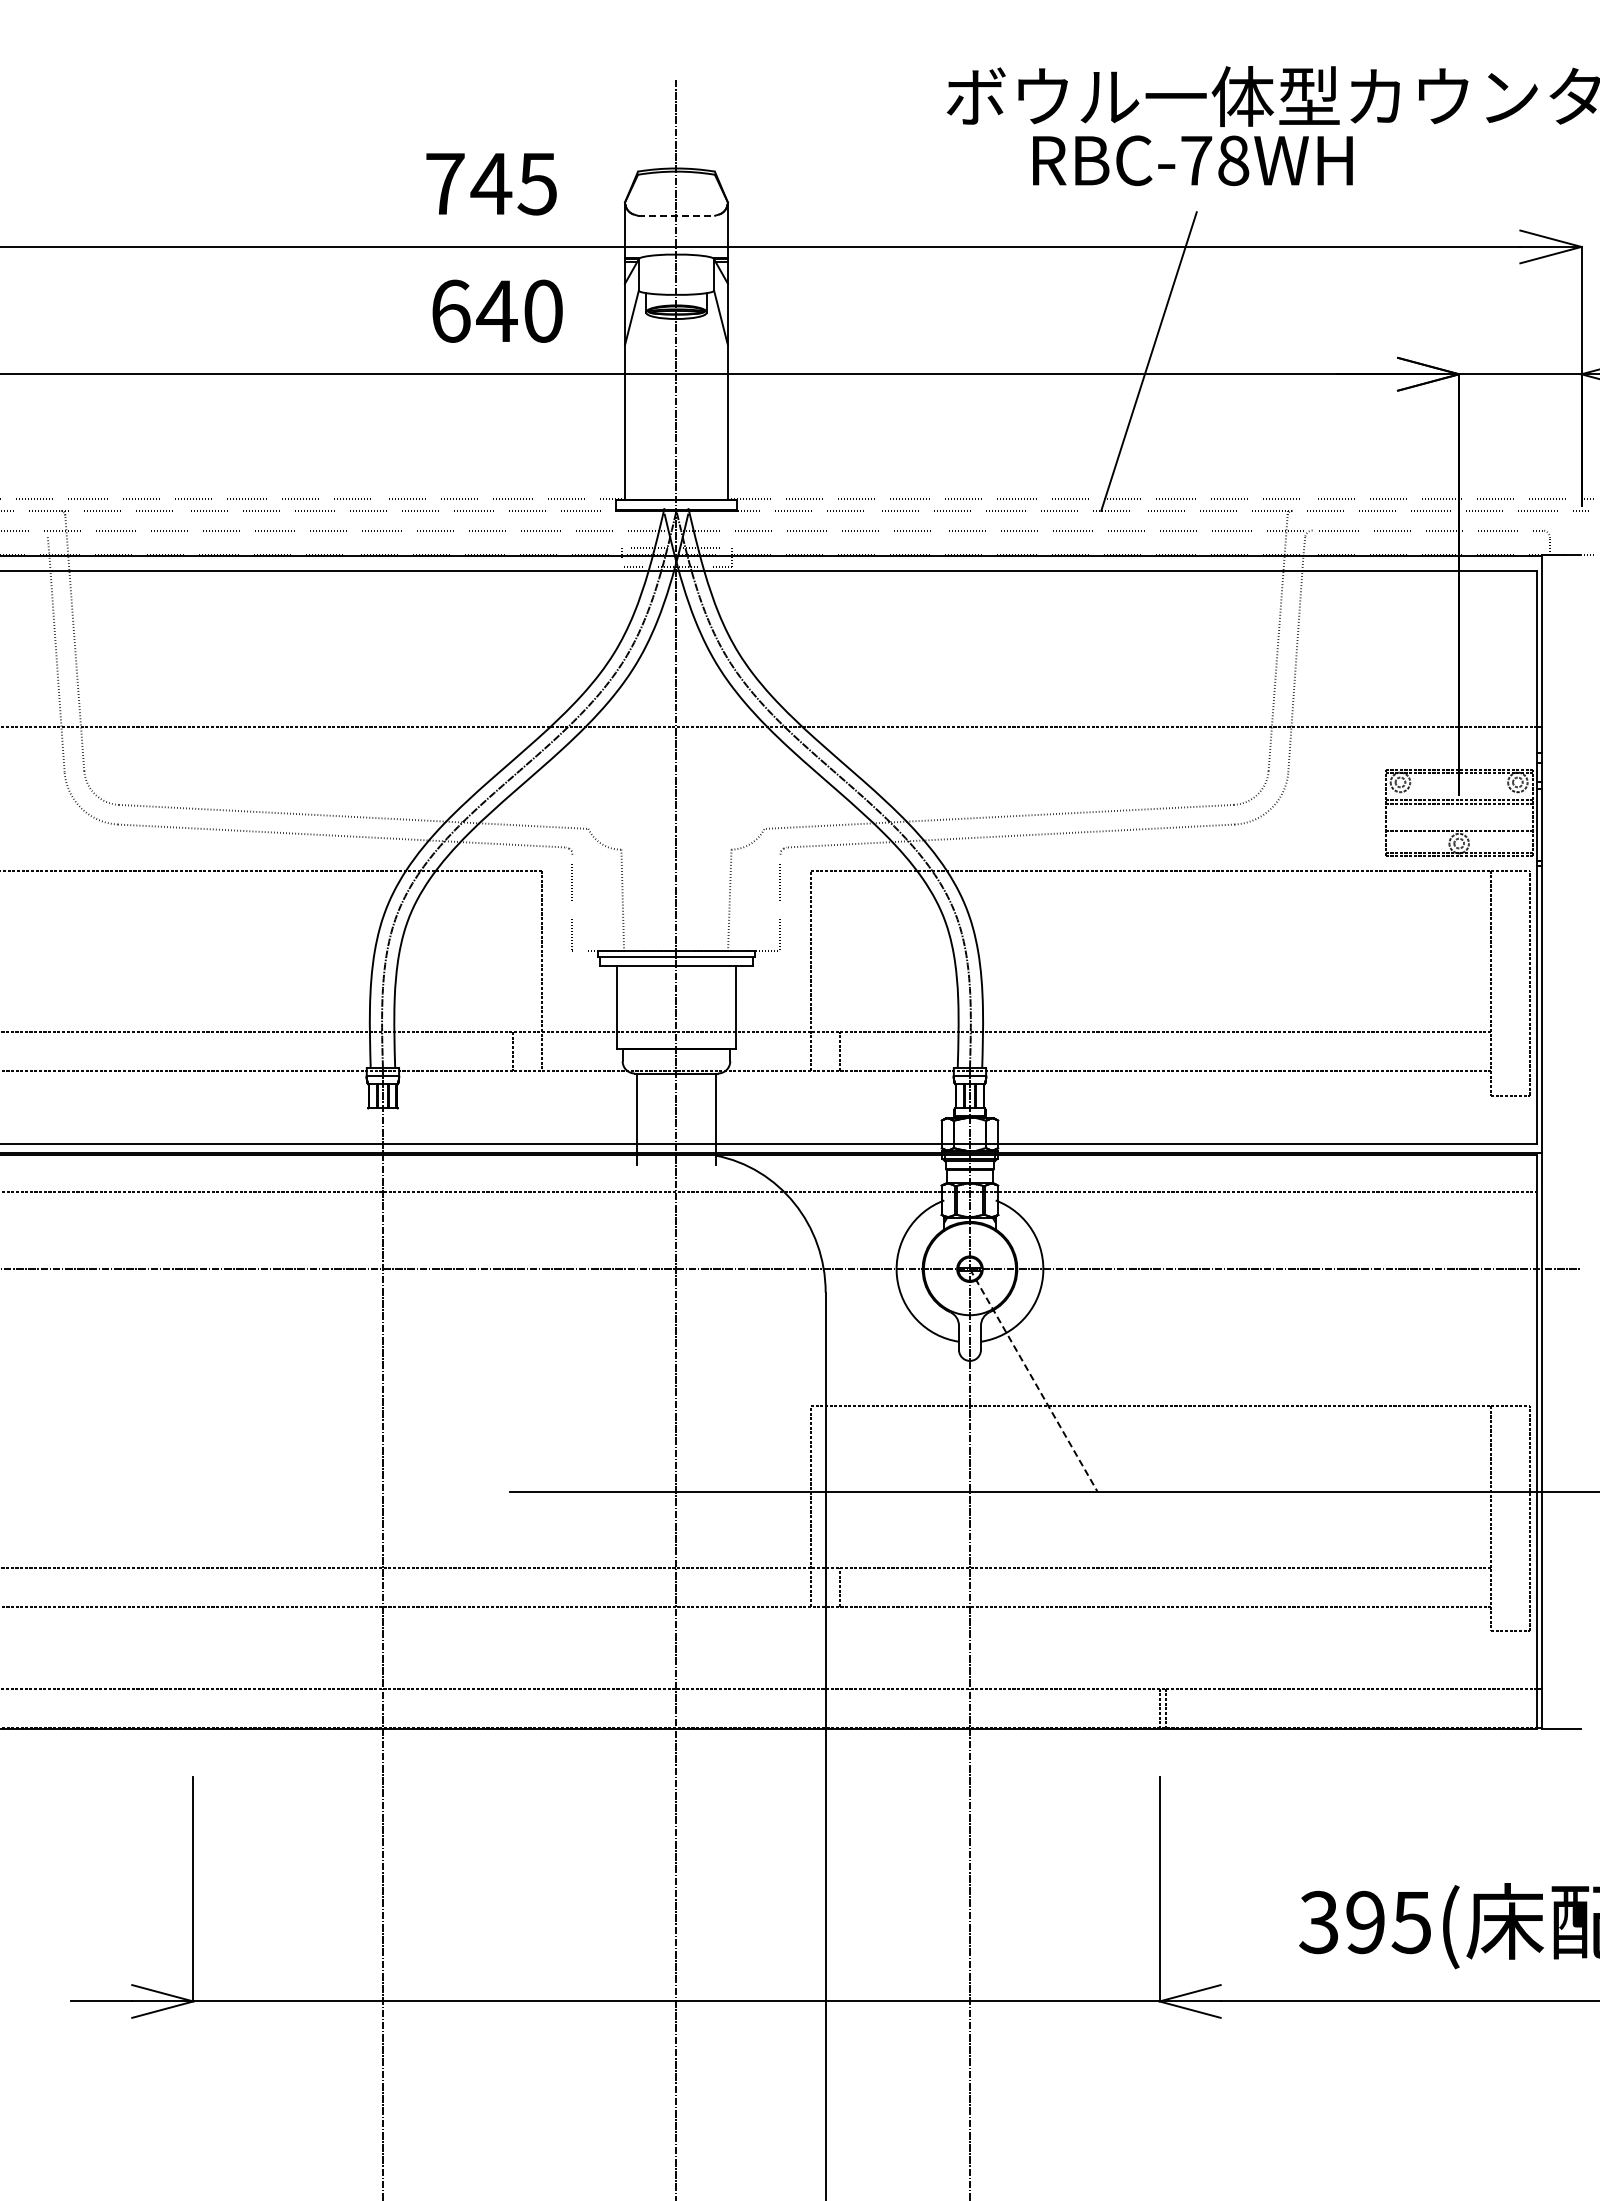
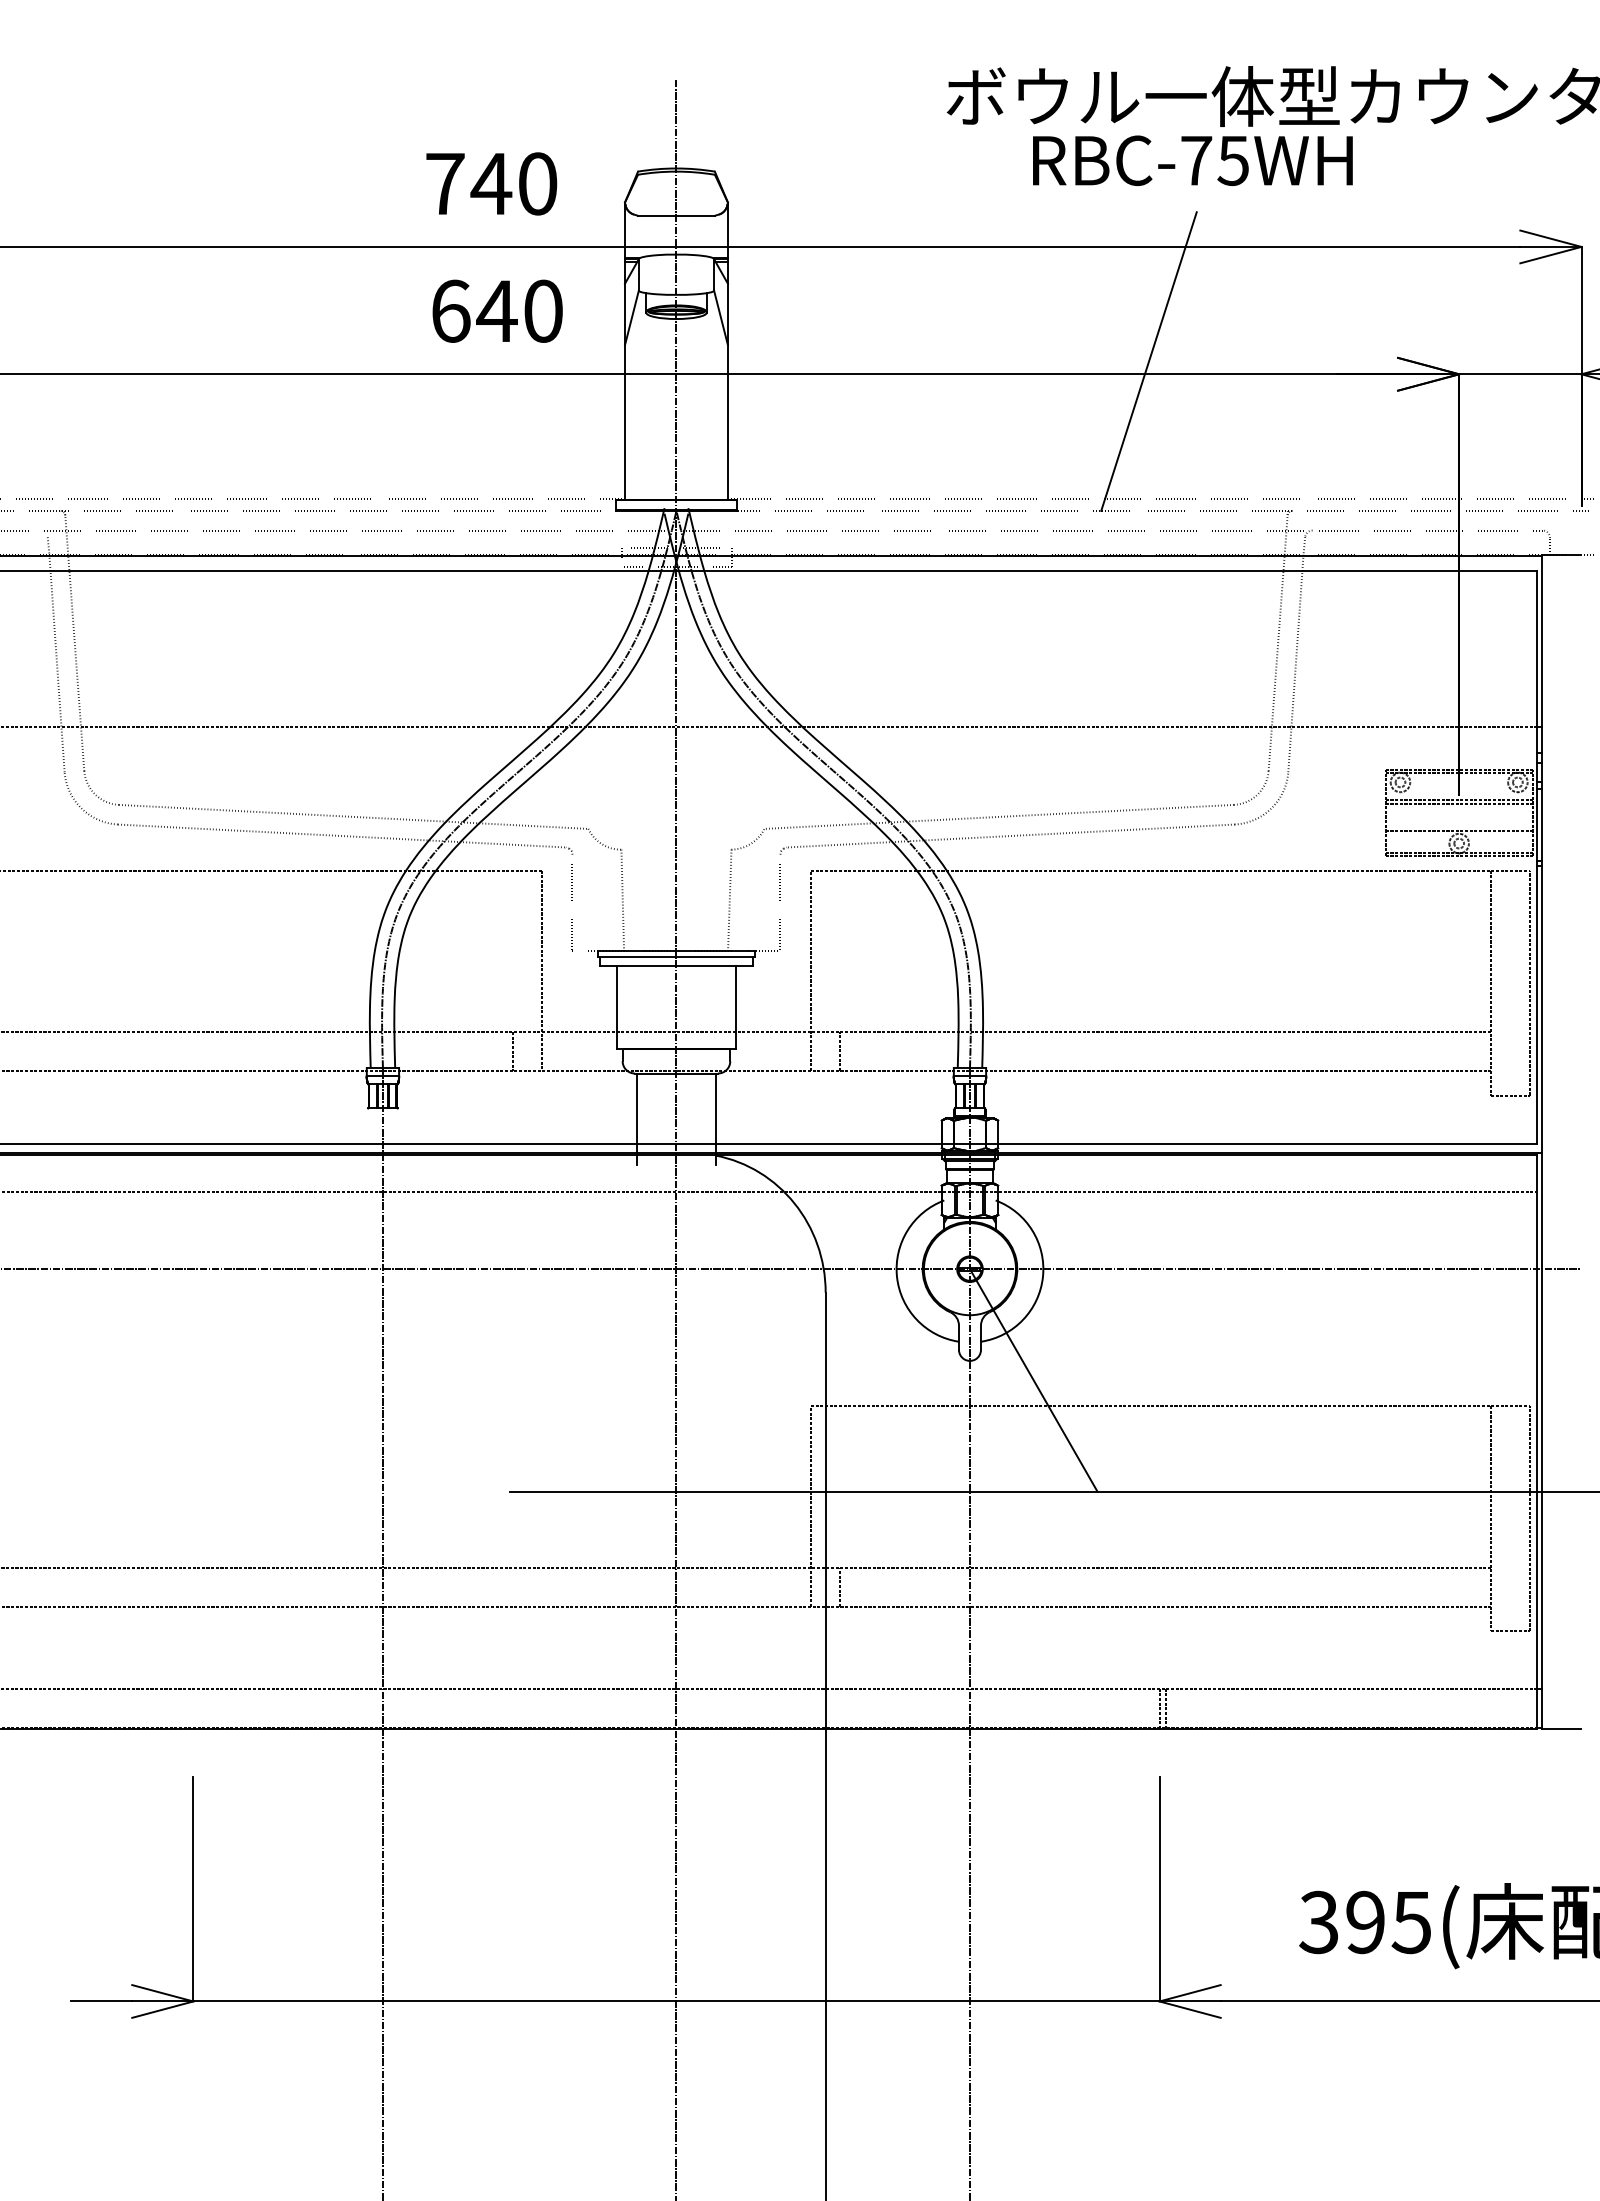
text at (1233, 160): RBC-78WH -> RBC-75WH
text at (537, 183): 745 -> 740
line at (676, 215): dashed -> solid
line at (1033, 1380): dashed -> solid
